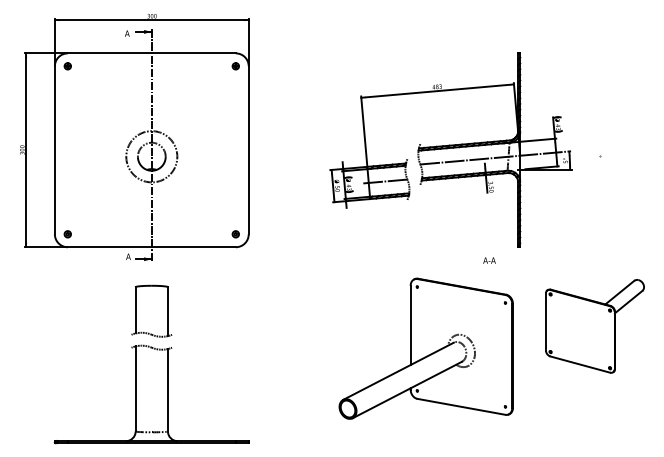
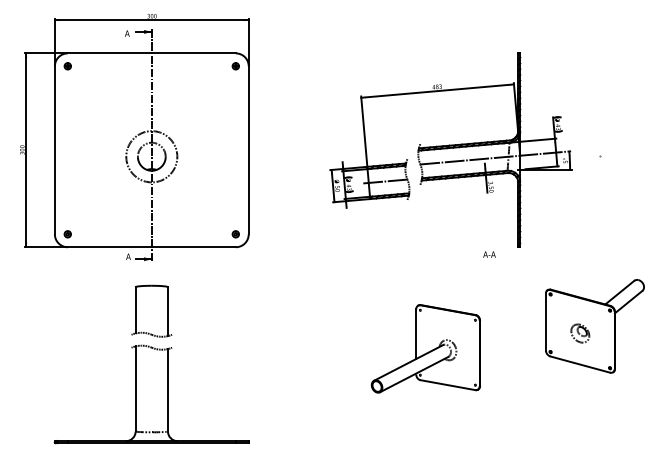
text at (489, 260) position: (489, 260) -> (489, 254)
part at (580, 333): none -> present
part at (425, 348) size: 176x143 px -> 111x90 px
